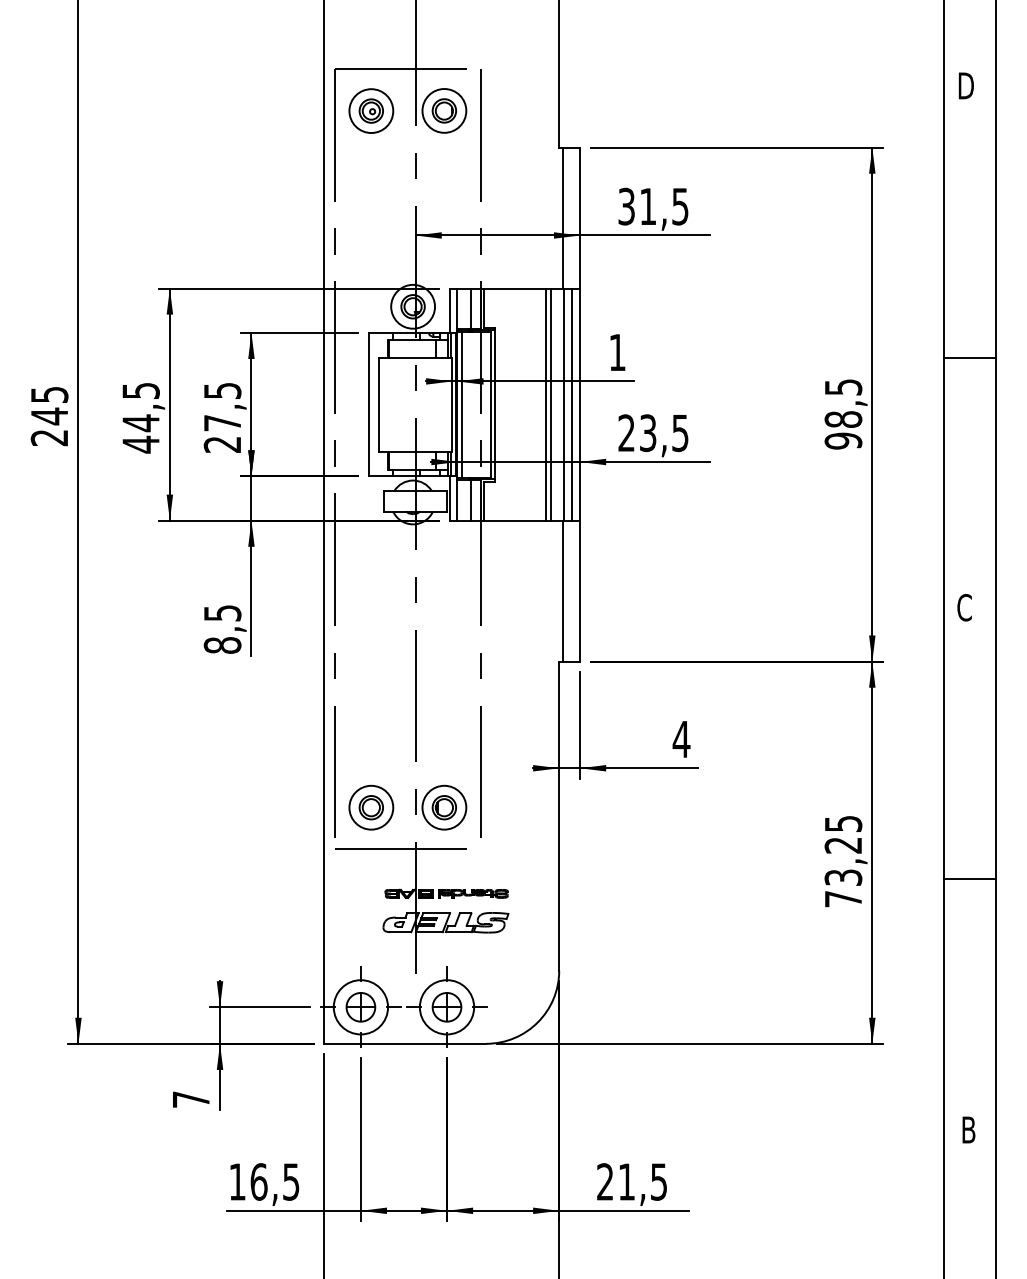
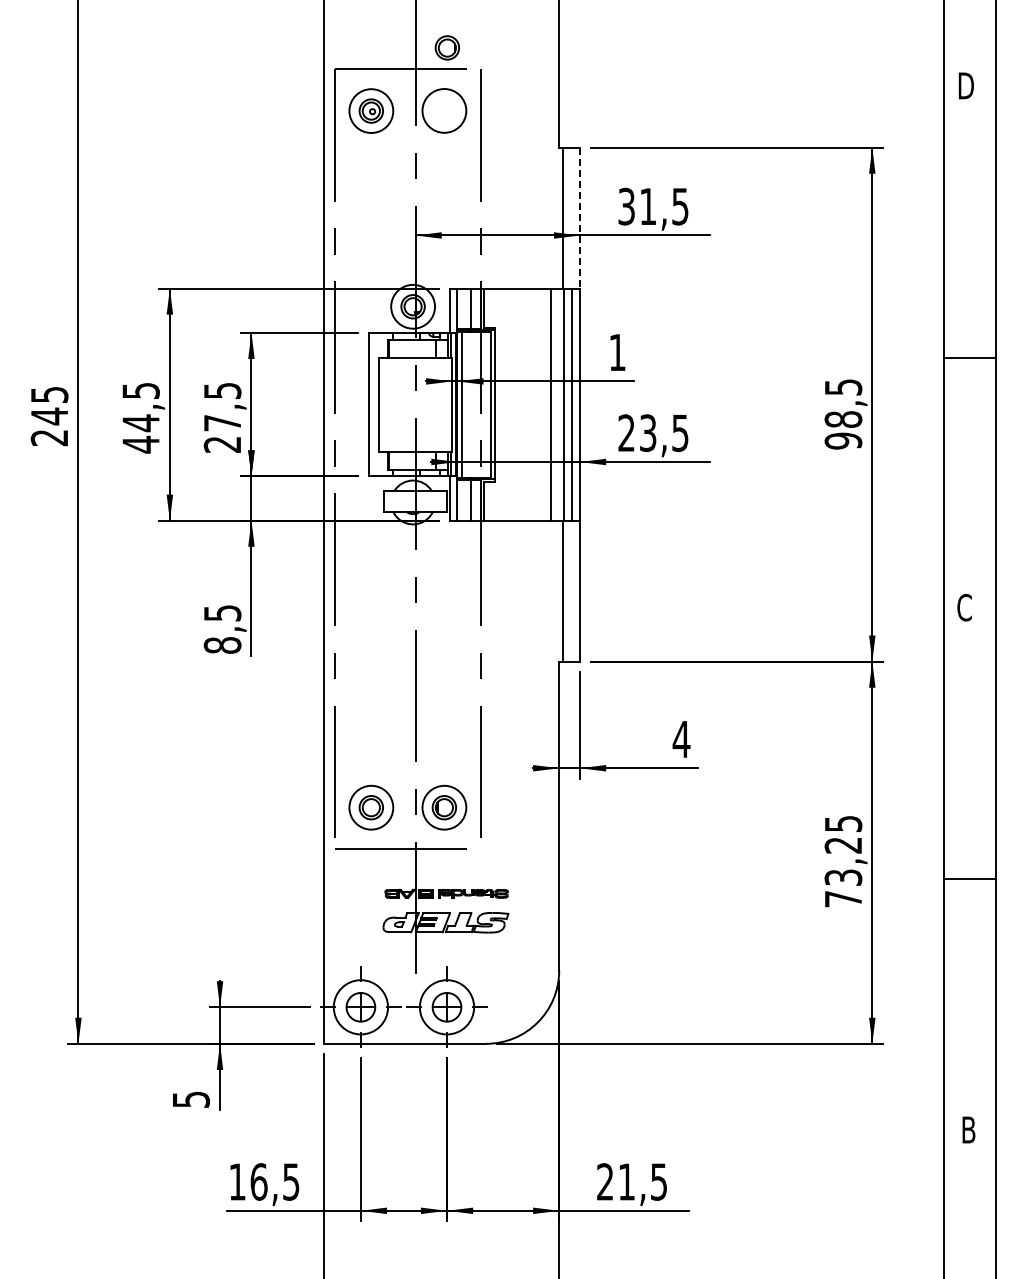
part at (443, 110) position: (443, 110) -> (446, 47)
line at (580, 218): solid -> dashed
line at (545, 404): present -> none
text at (191, 1099): 7 -> 5
